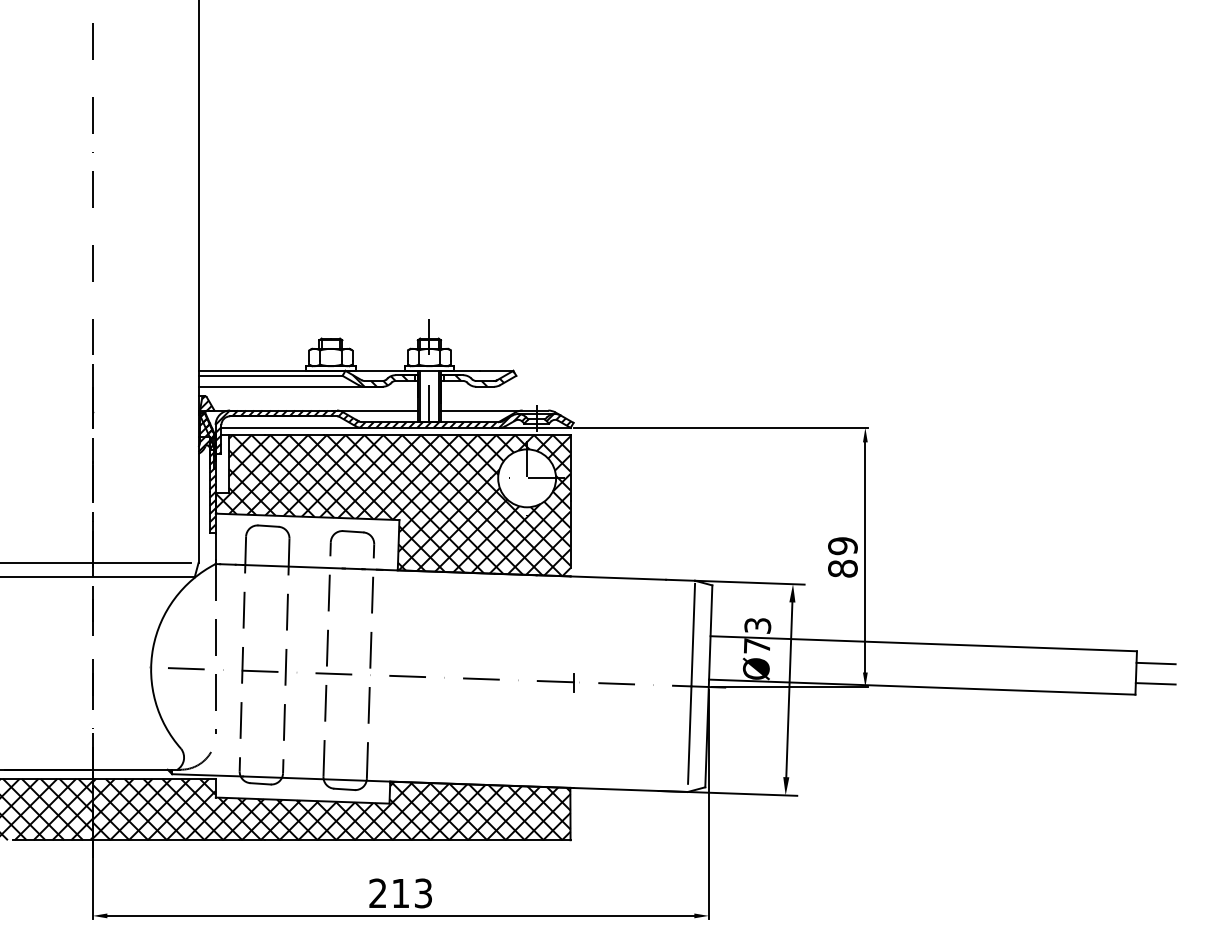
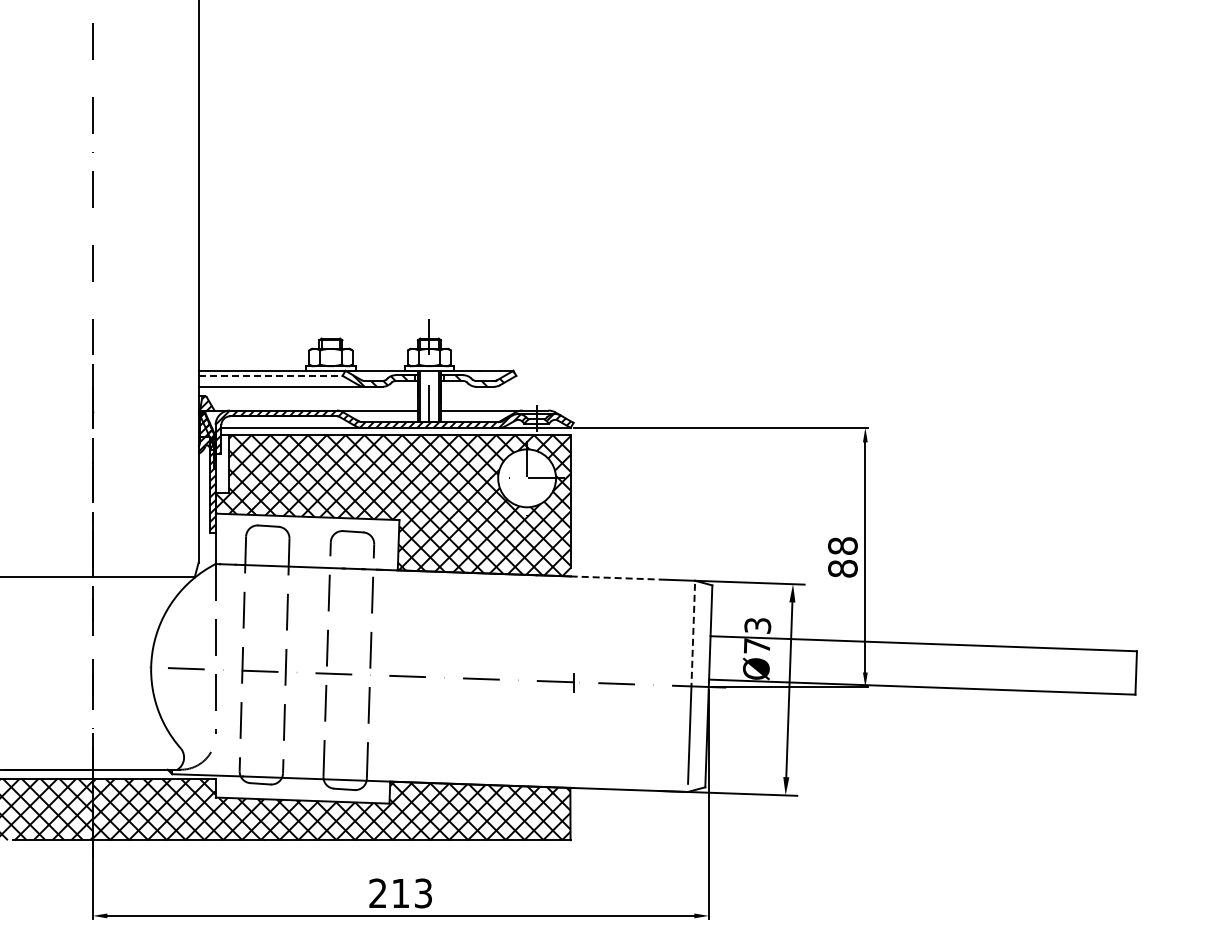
line at (271, 375): solid -> dashed
text at (842, 546): 89 -> 88
line at (96, 563): present -> none
line at (618, 578): solid -> dashed
line at (693, 635): solid -> dashed
line at (1155, 663): present -> none
line at (1155, 683): present -> none
